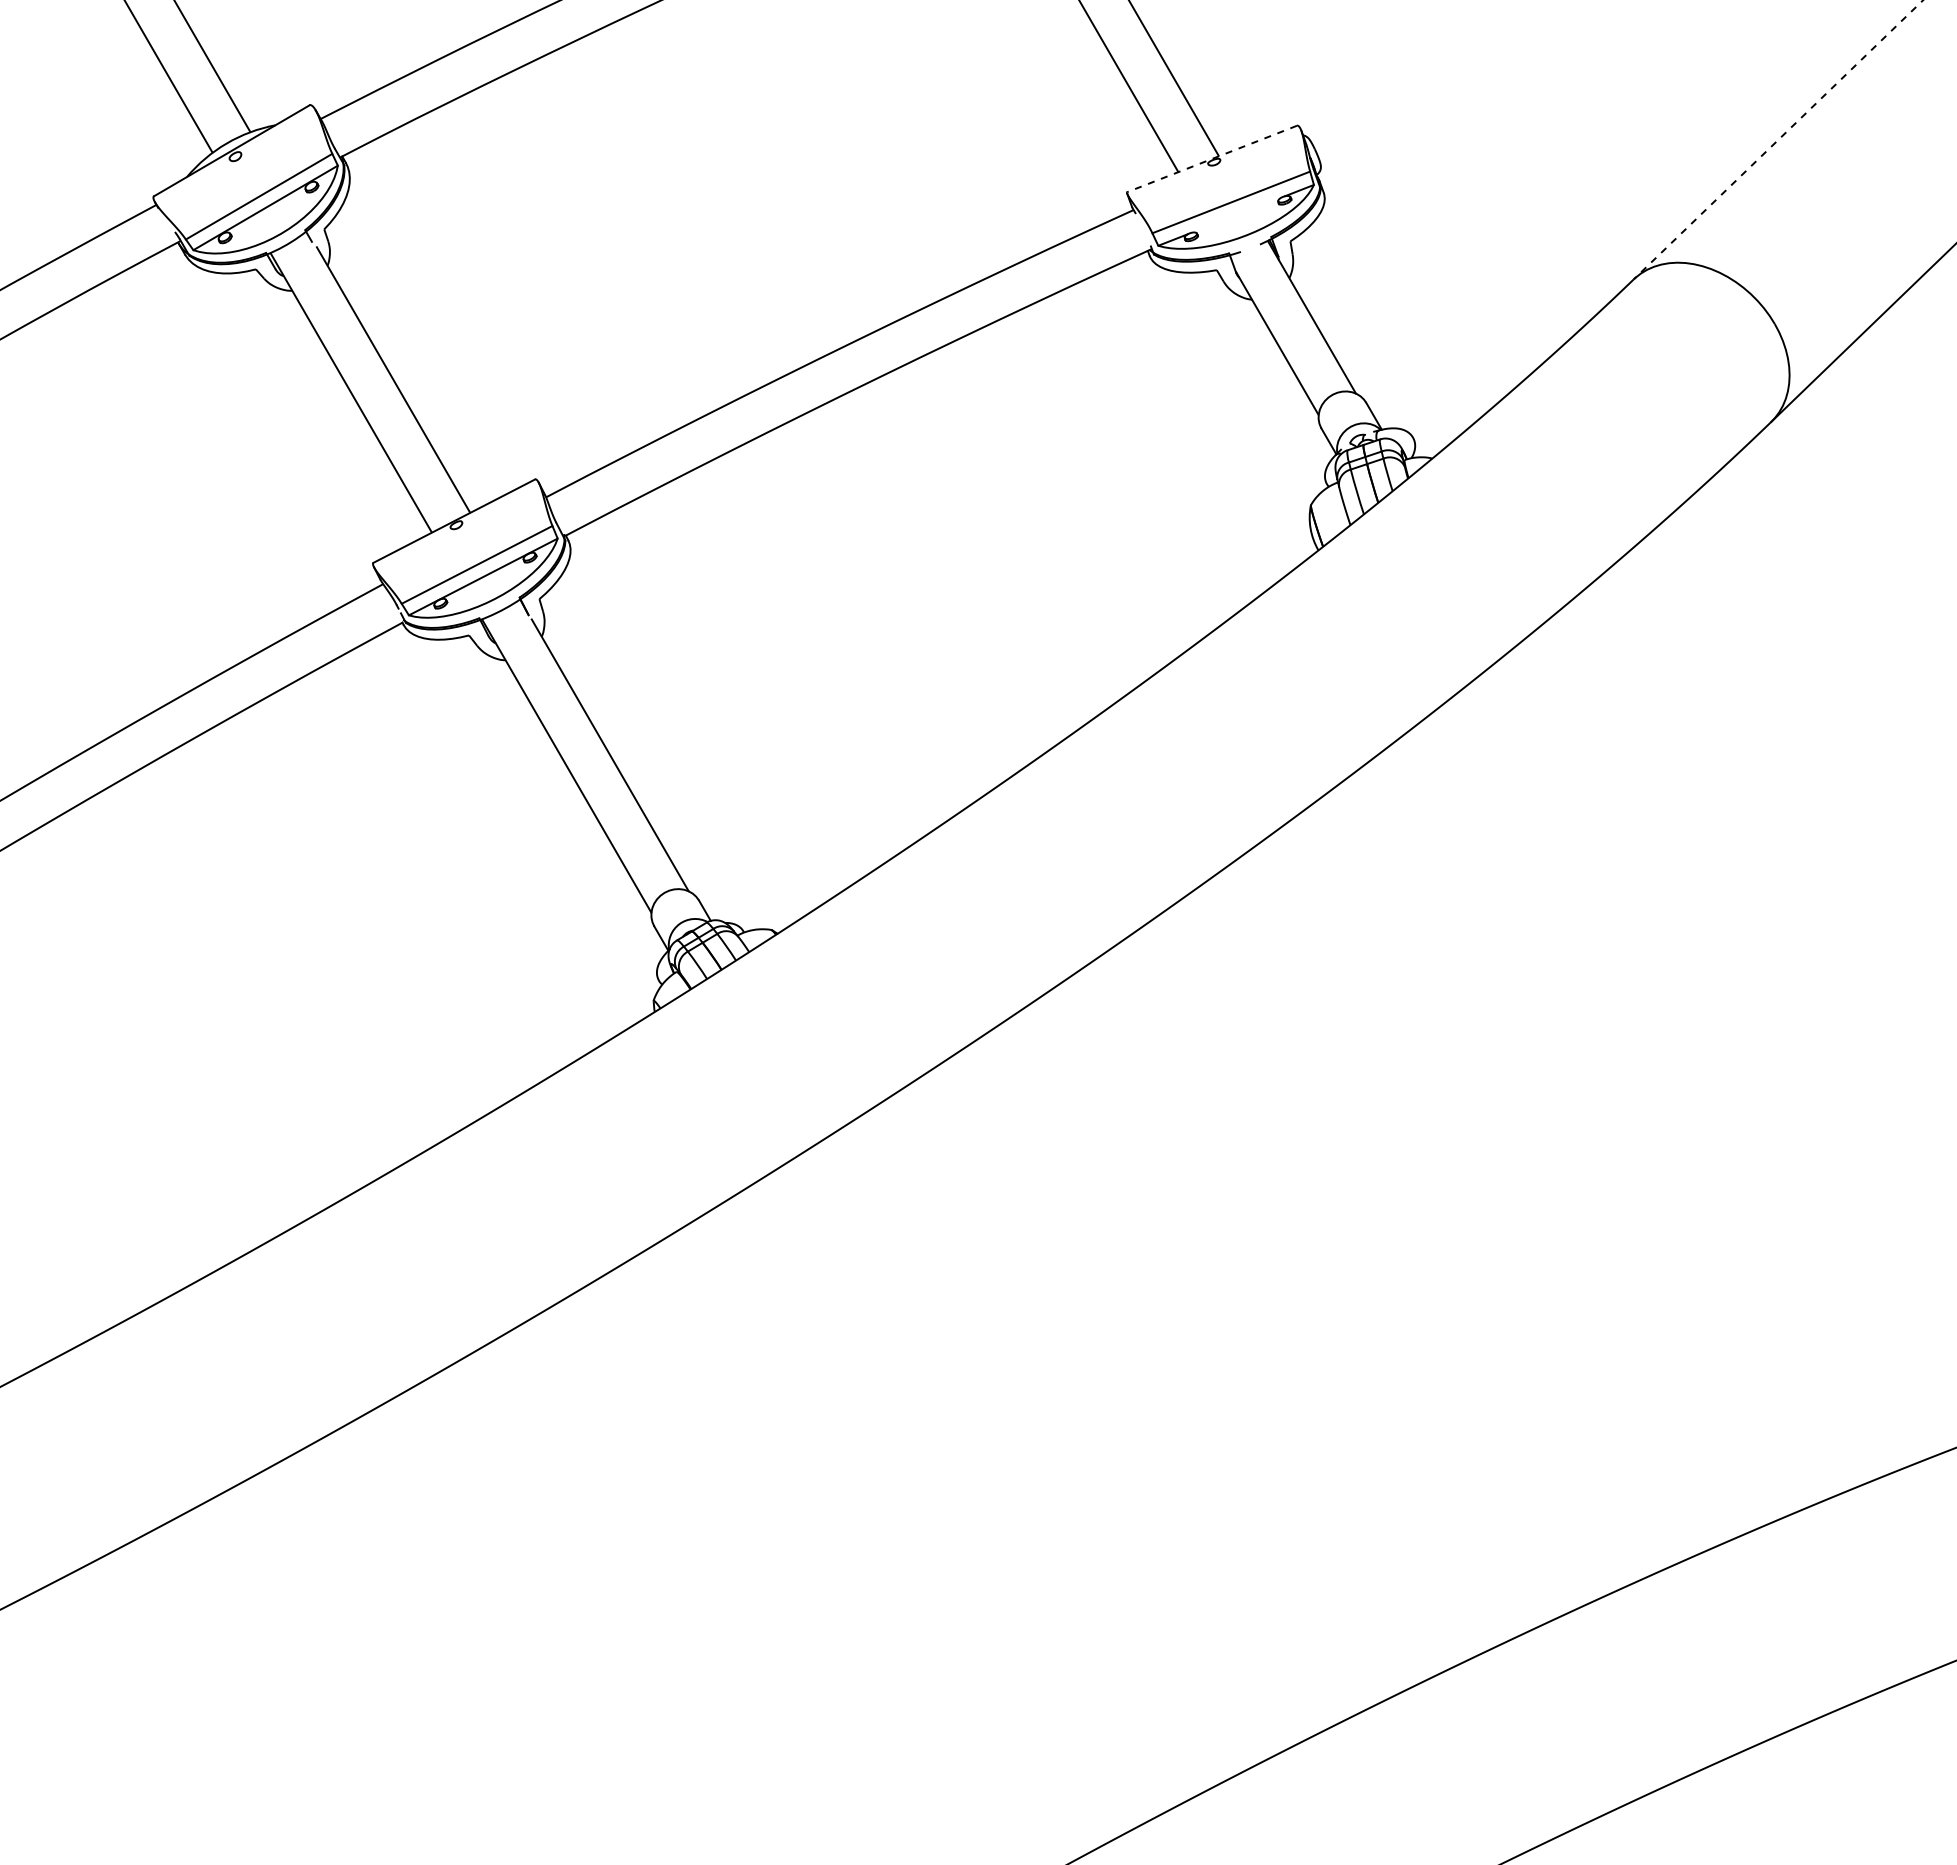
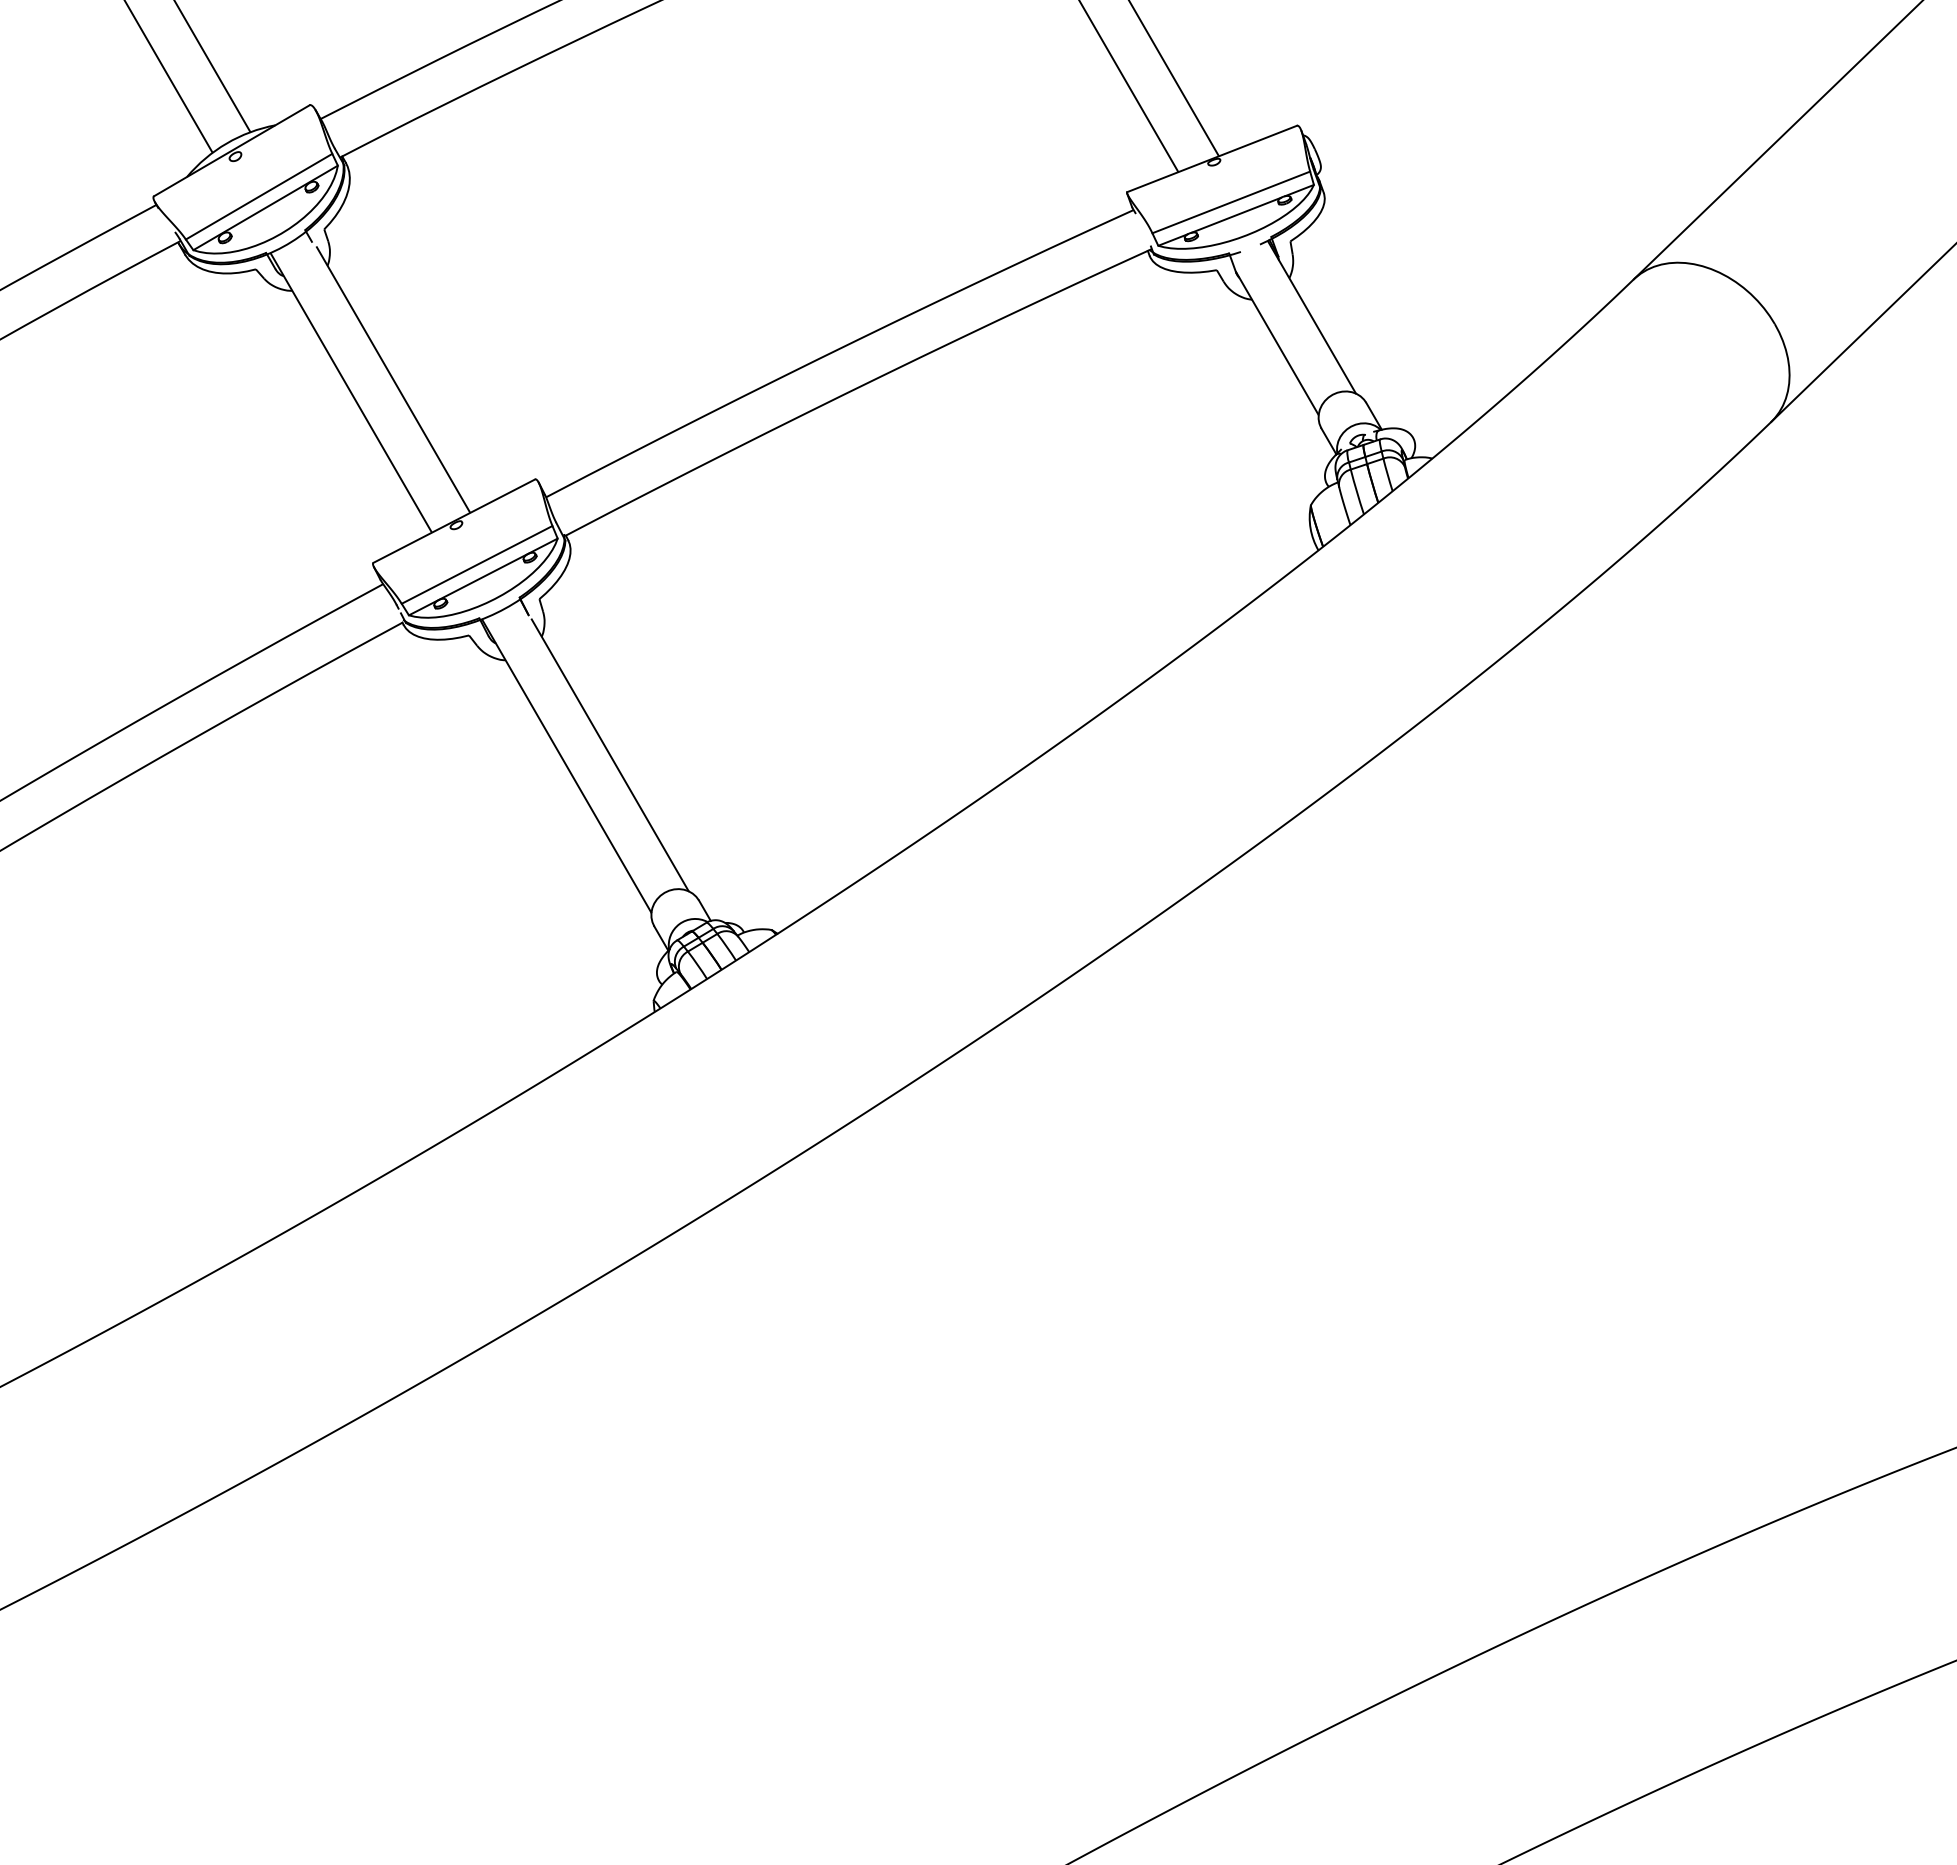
line at (1778, 139): dashed -> solid
line at (1211, 159): dashed -> solid
line at (1235, 214): none -> present
